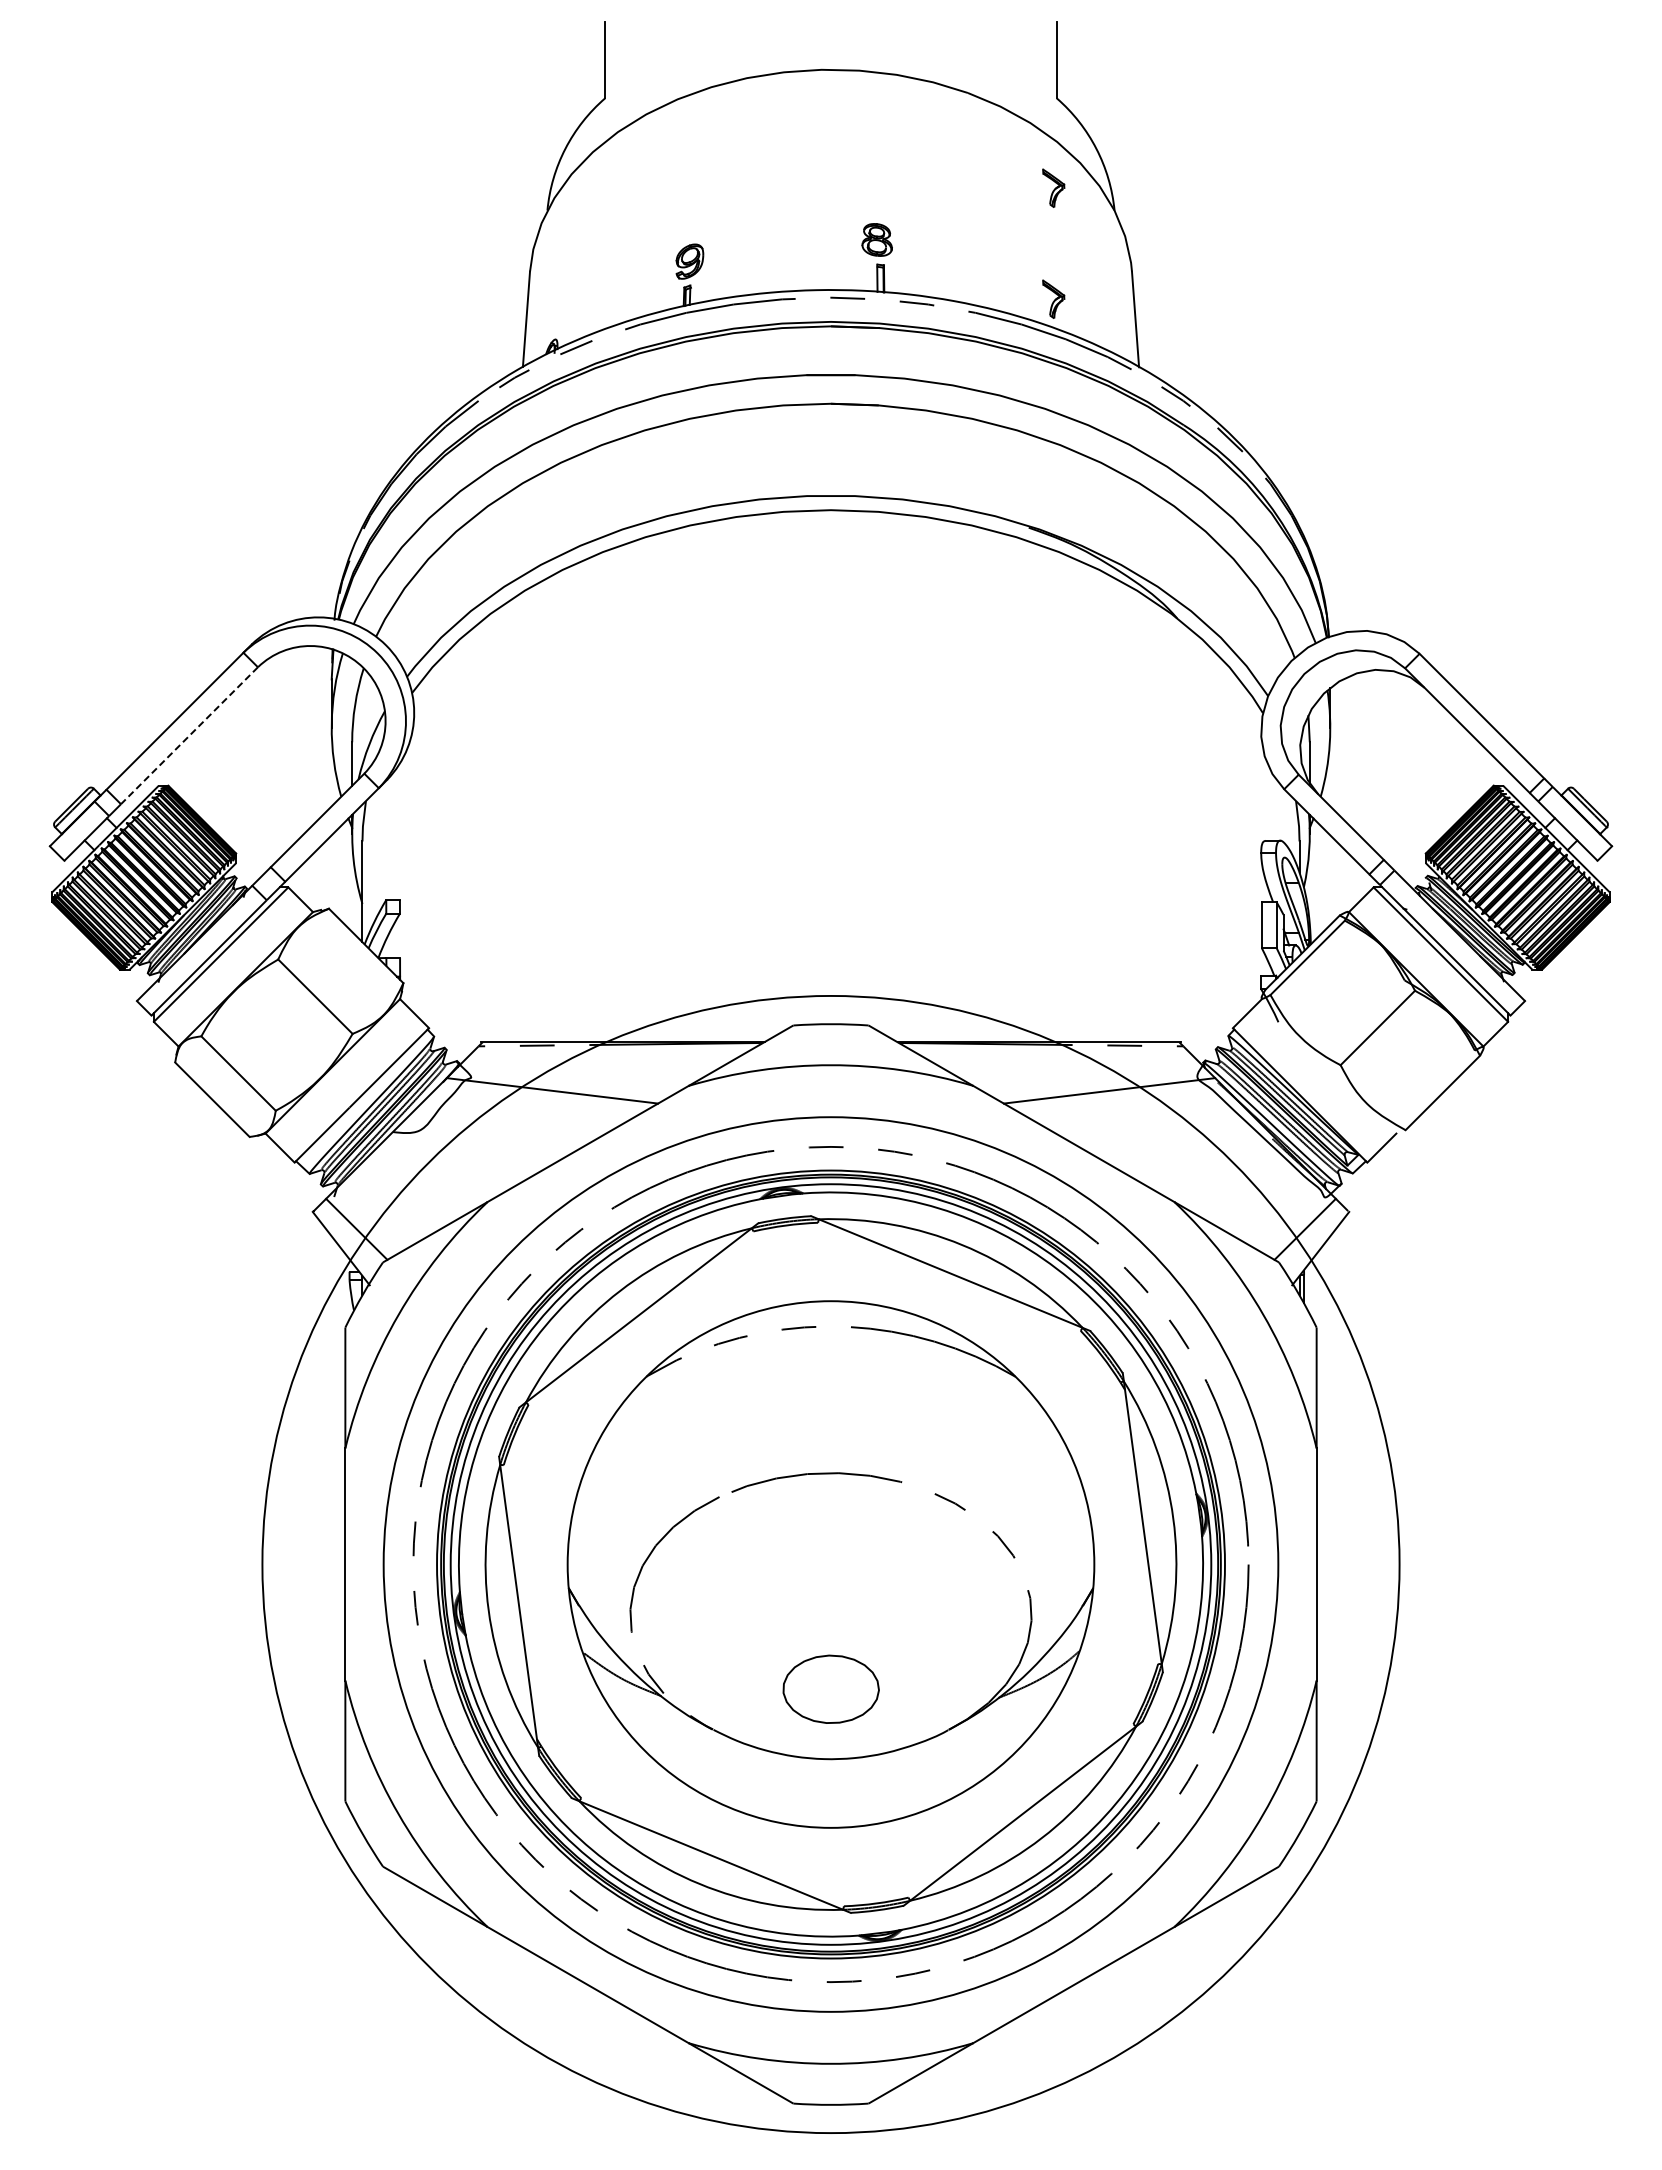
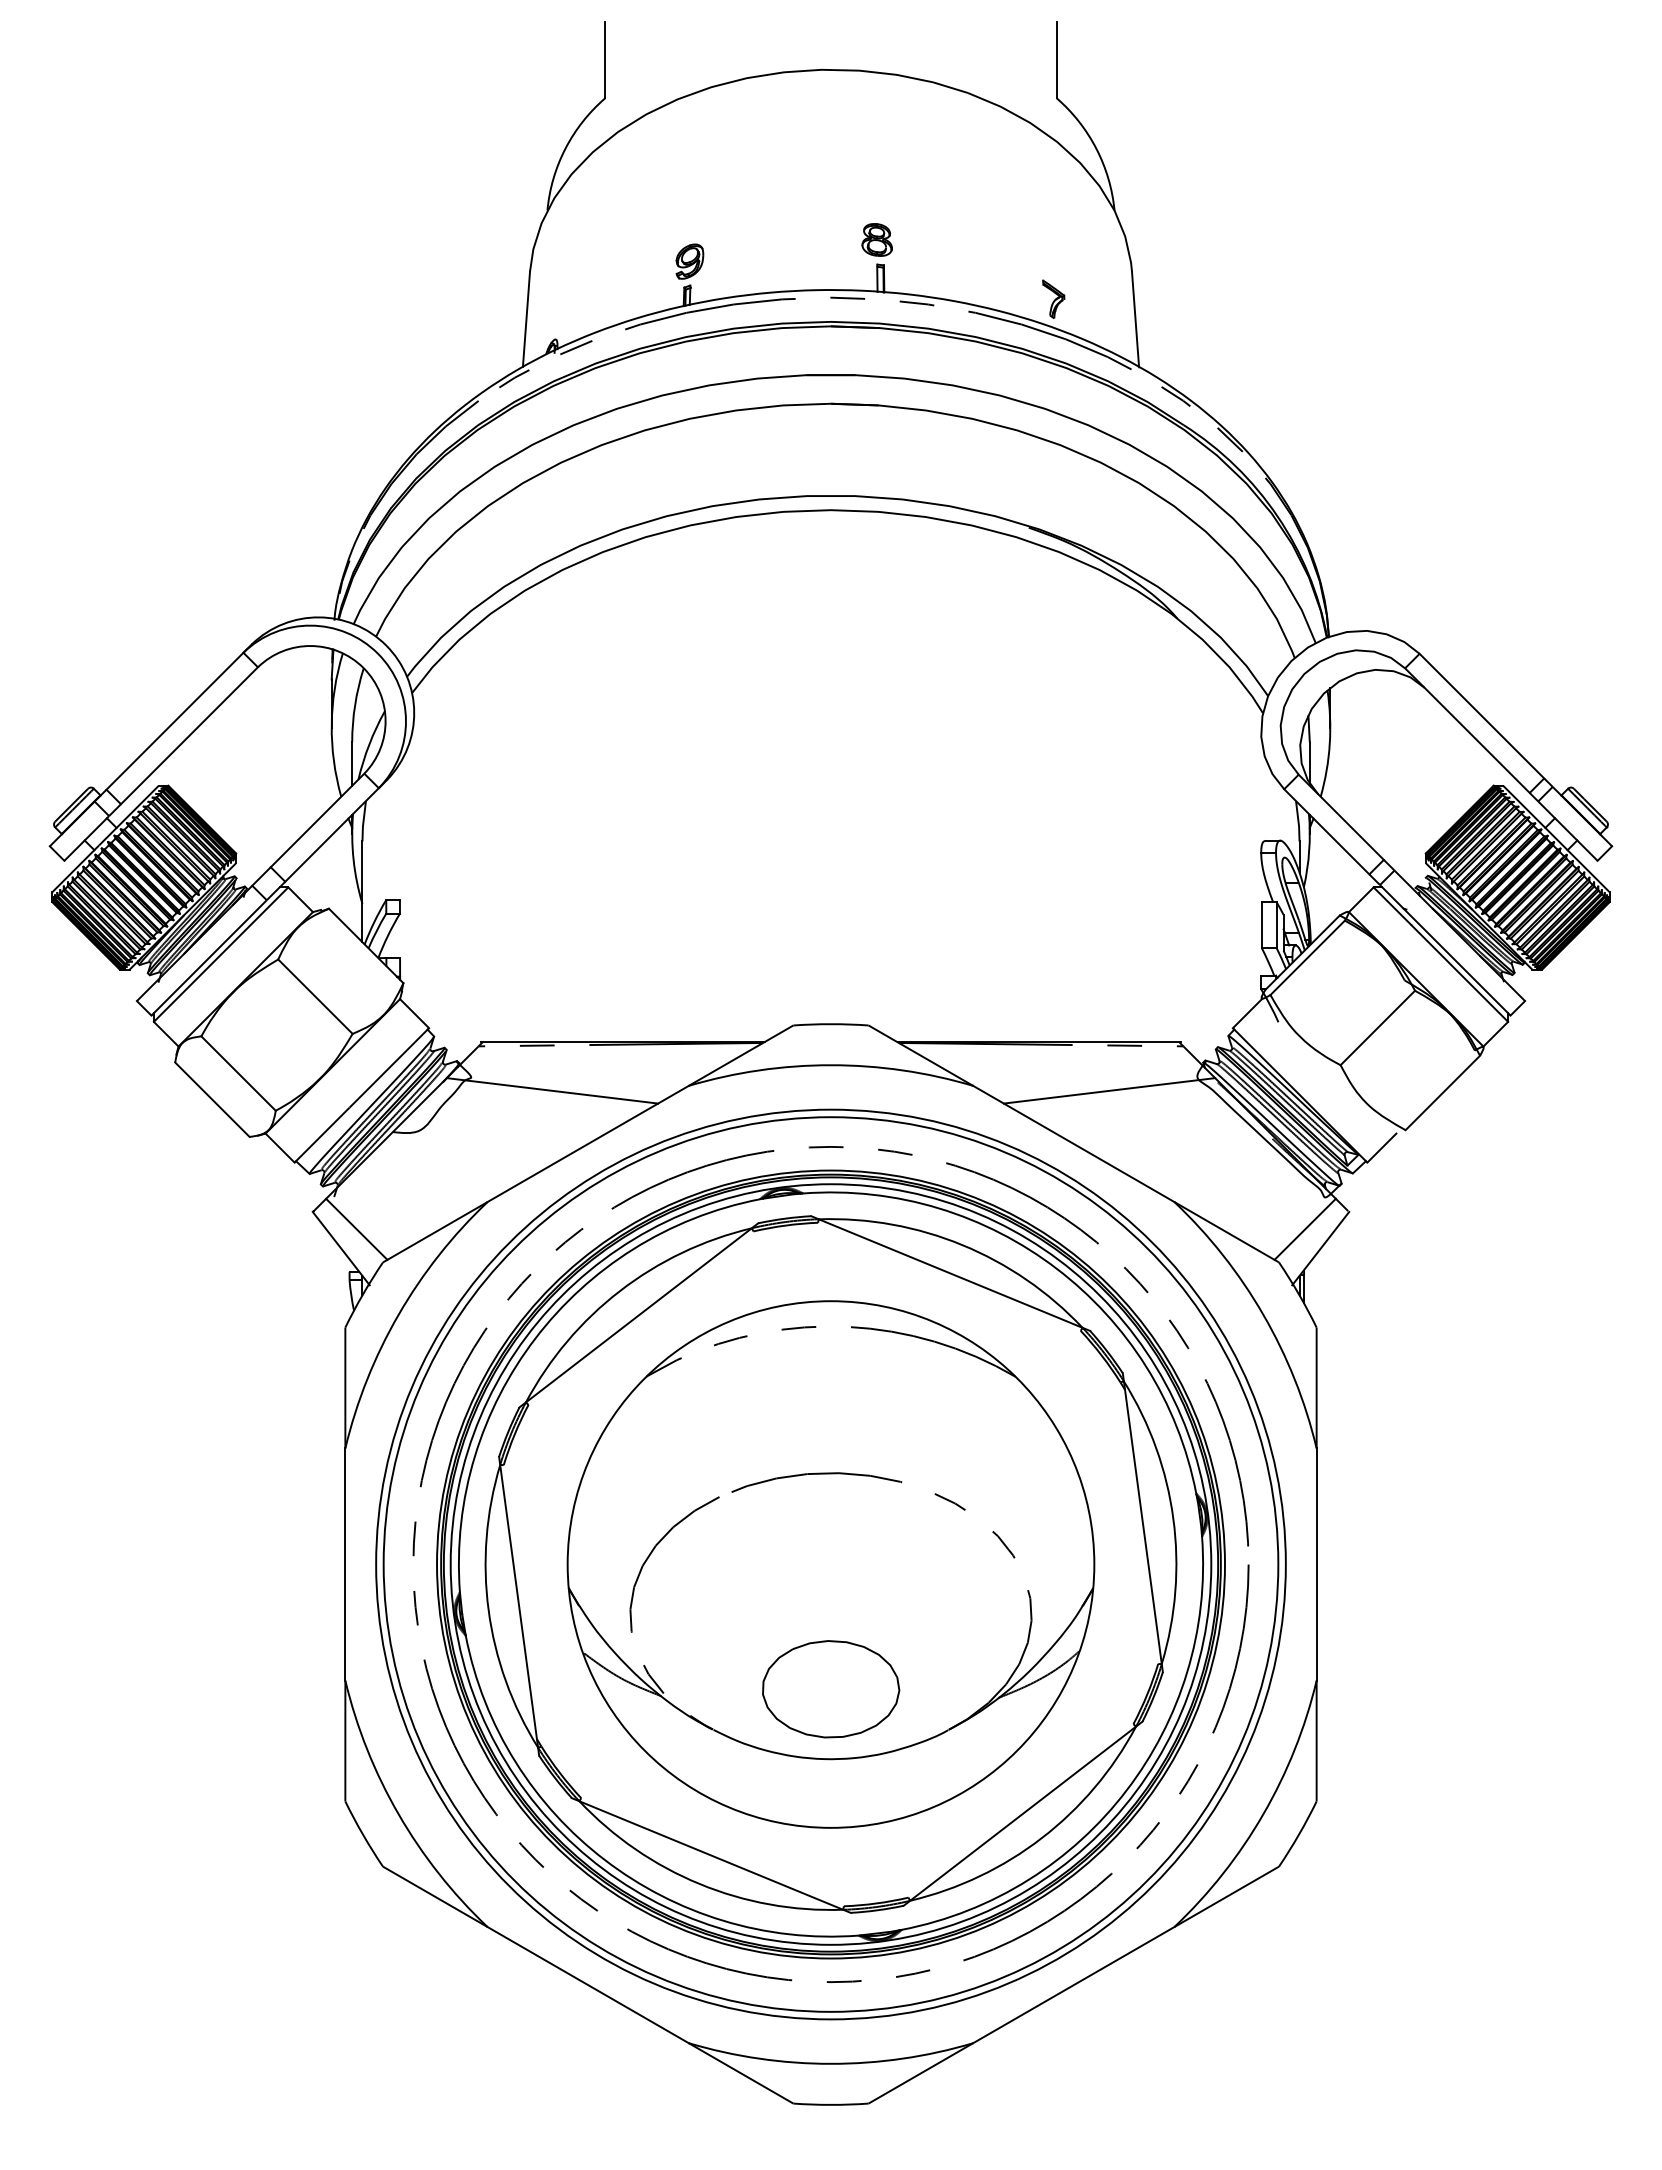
part at (1053, 187): present -> none
line at (189, 735): dashed -> solid
circle at (830, 1564) diameter: 1137 px -> 910 px
part at (830, 1688) size: 98x70 px -> 139x99 px
